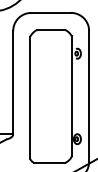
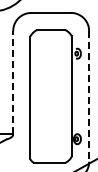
line at (13, 82): solid -> dashed
line at (89, 96): solid -> dashed
